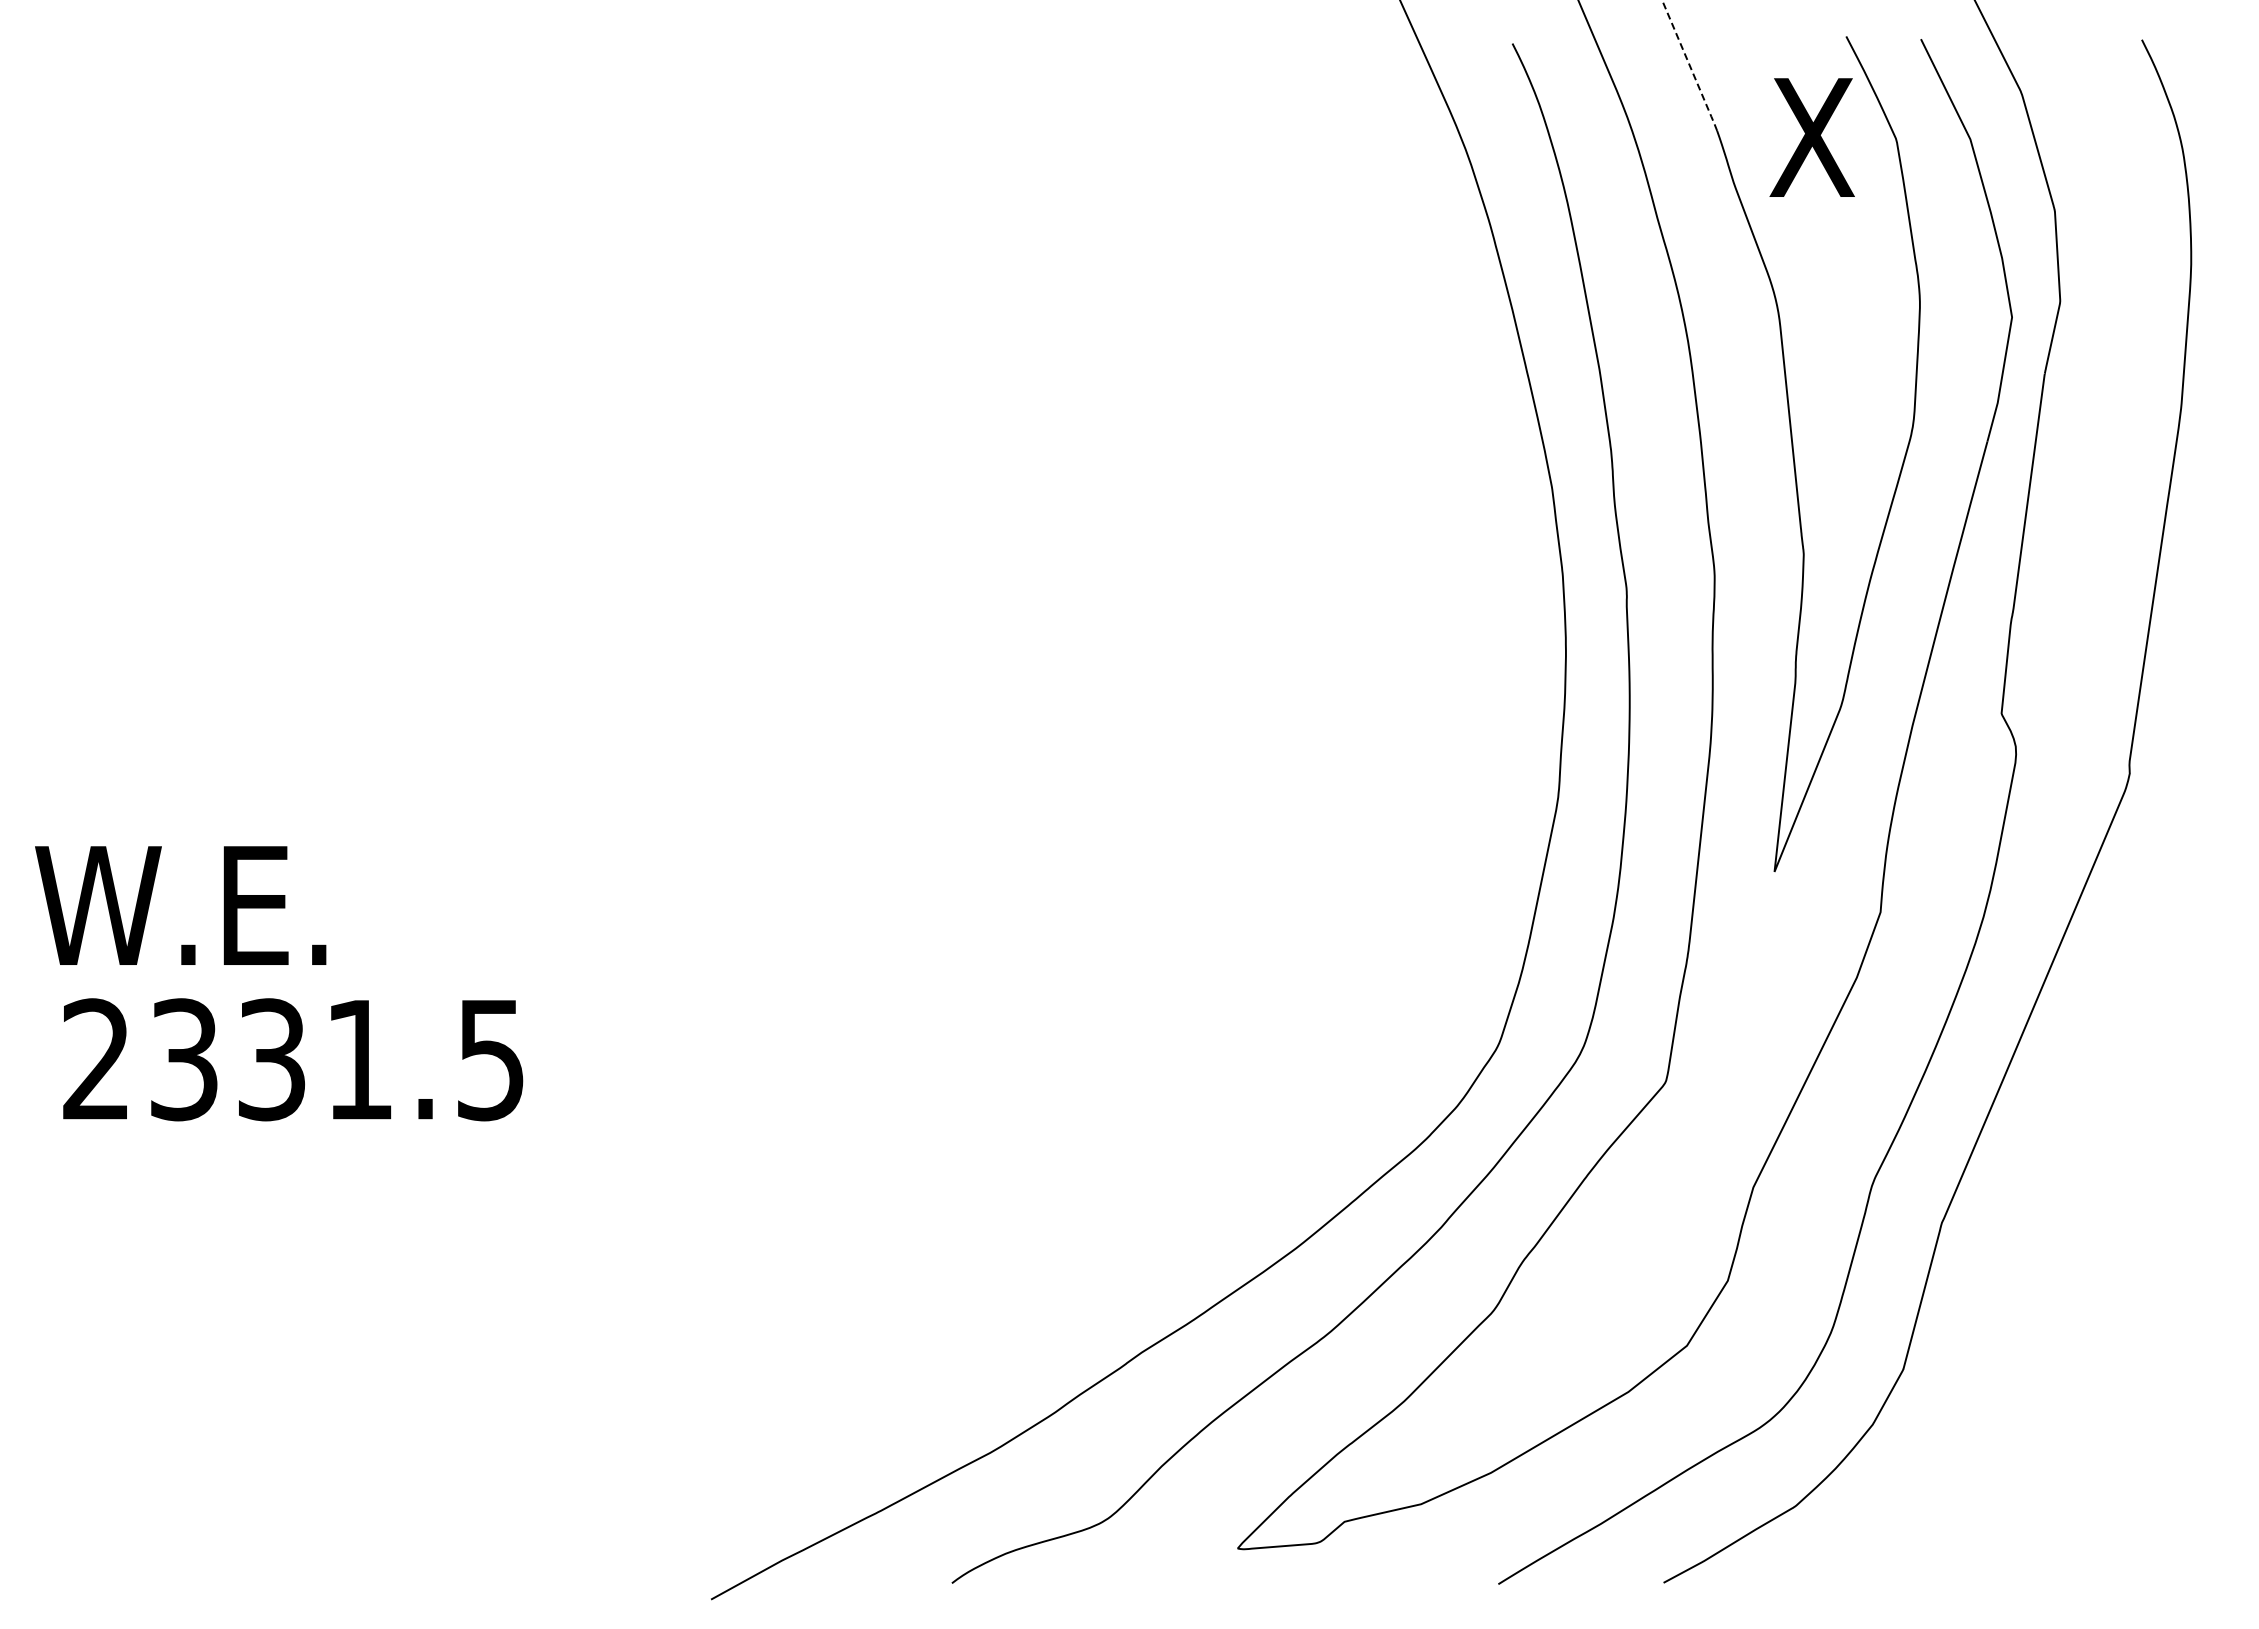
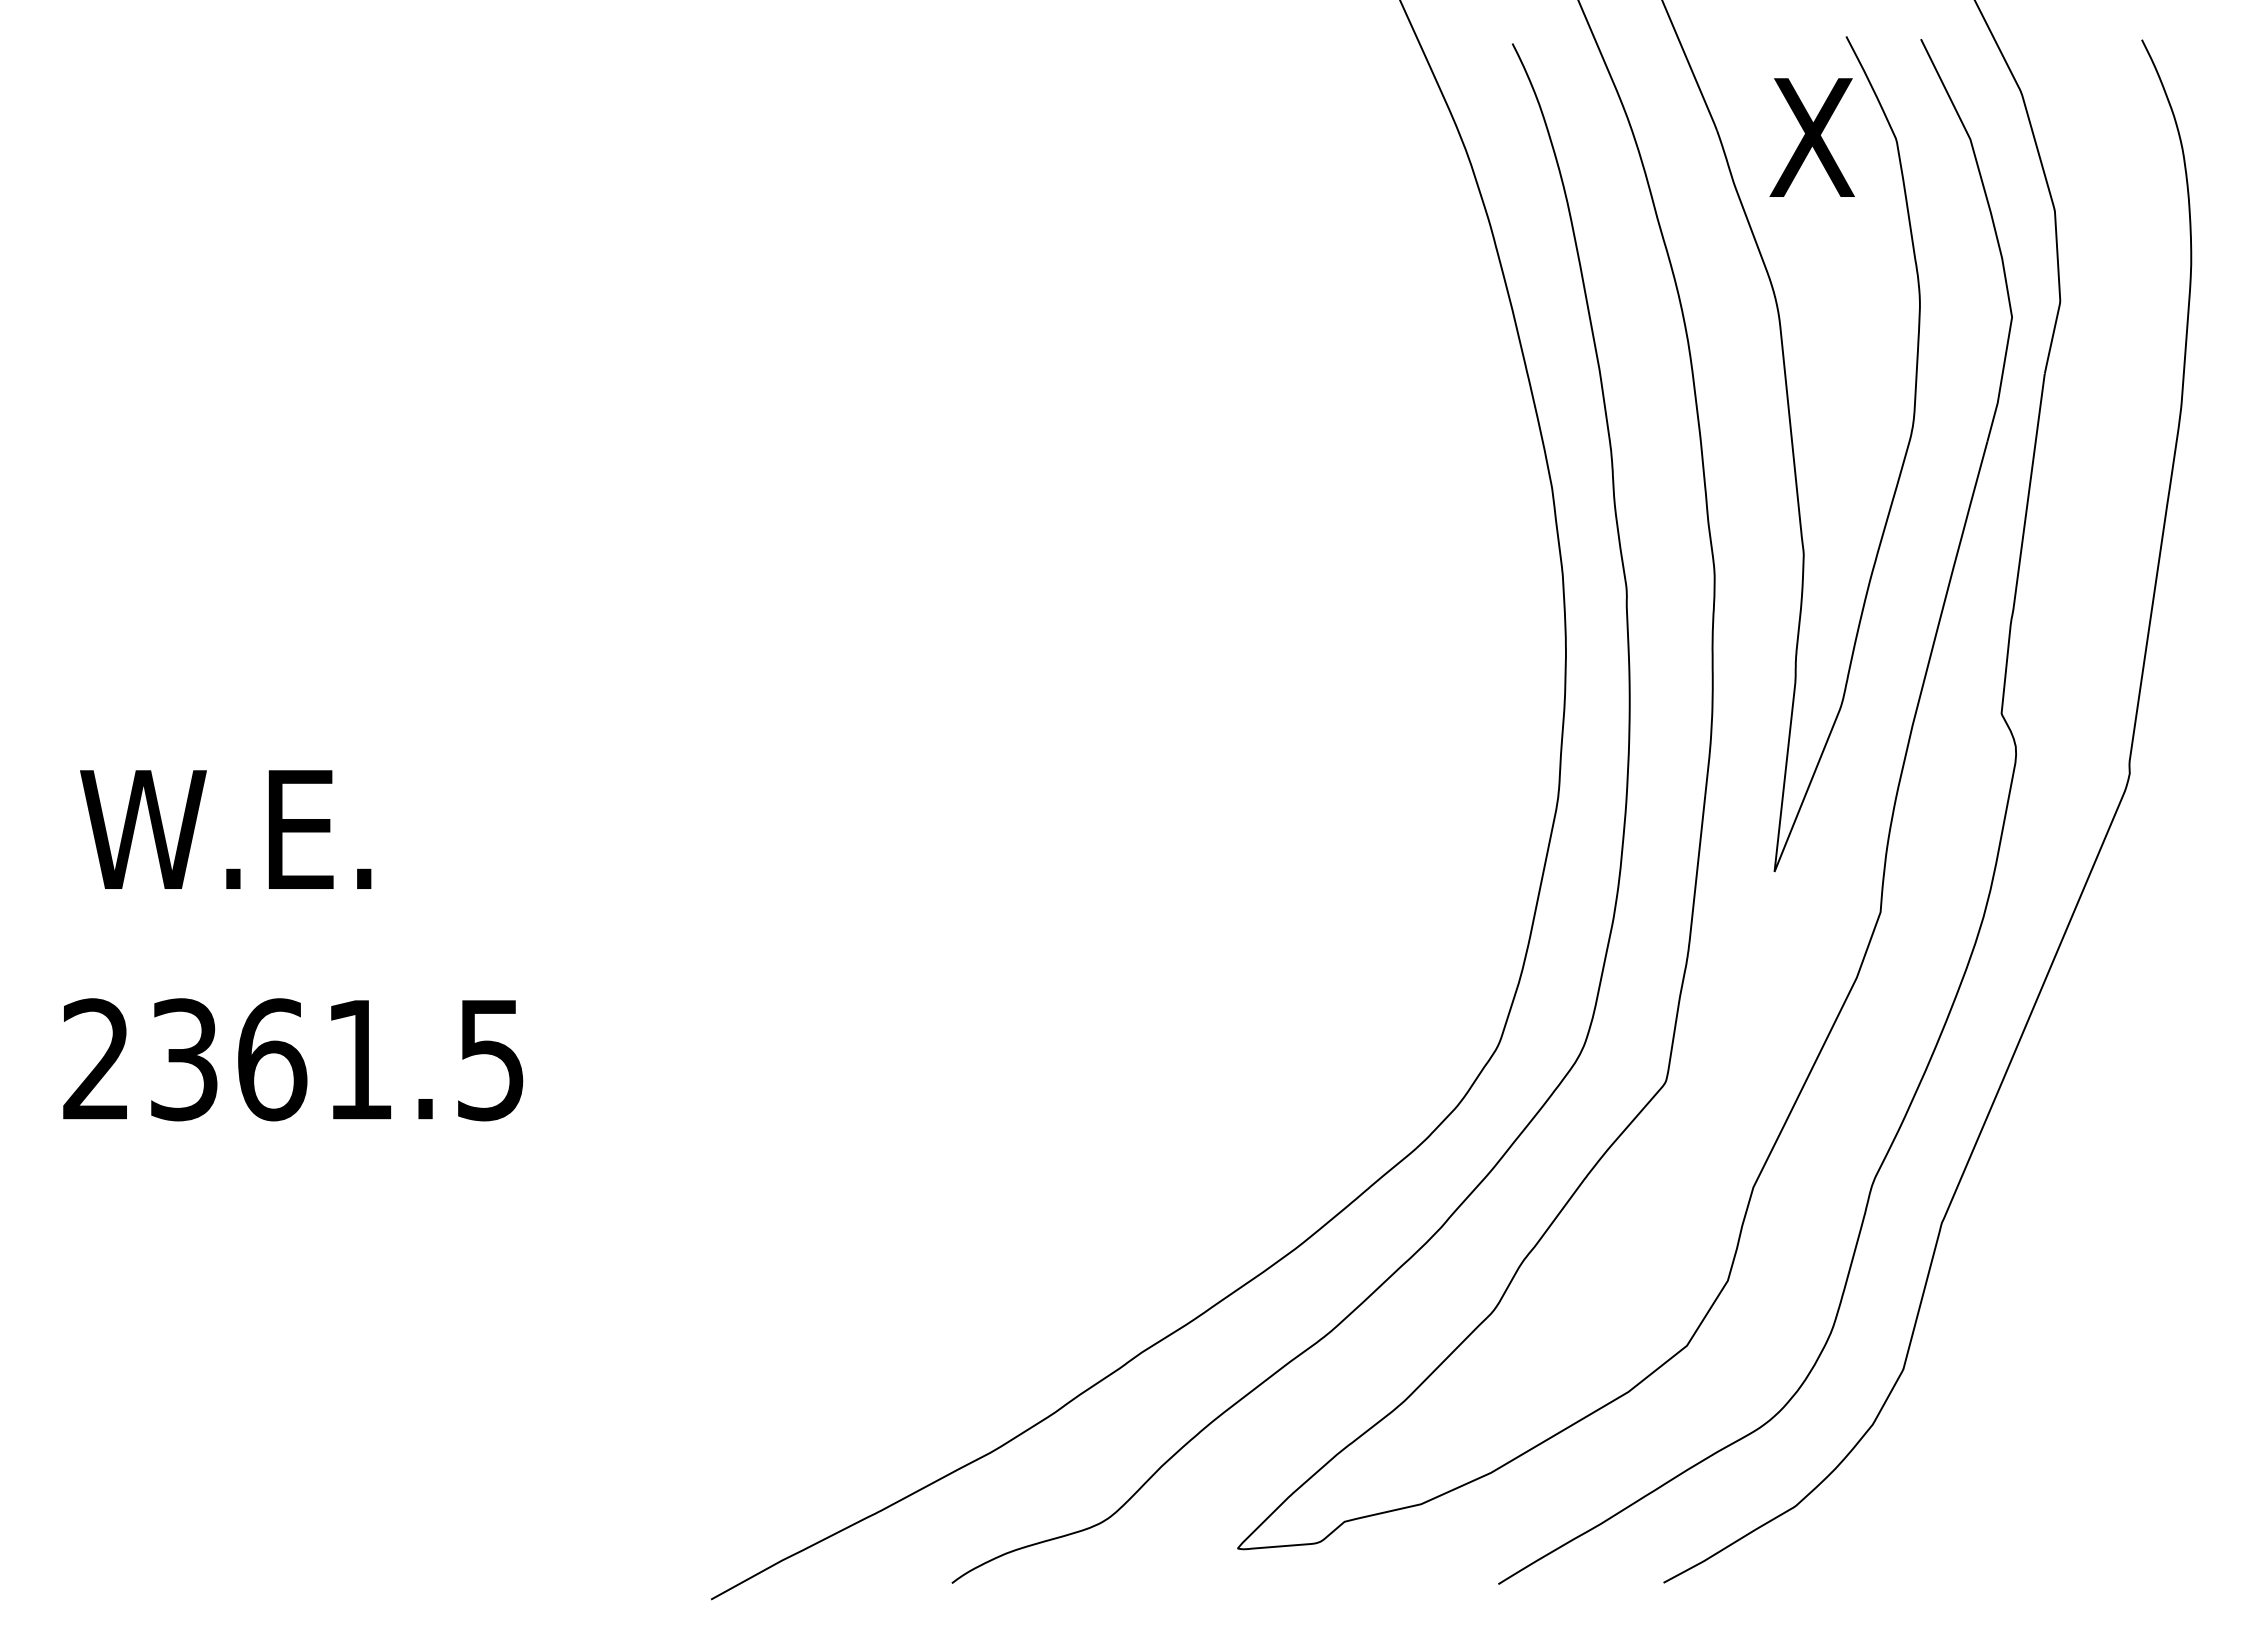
line at (1690, 66): dashed -> solid
text at (180, 905) position: (180, 905) -> (225, 829)
text at (272, 1059): 2331.5 -> 2361.5
